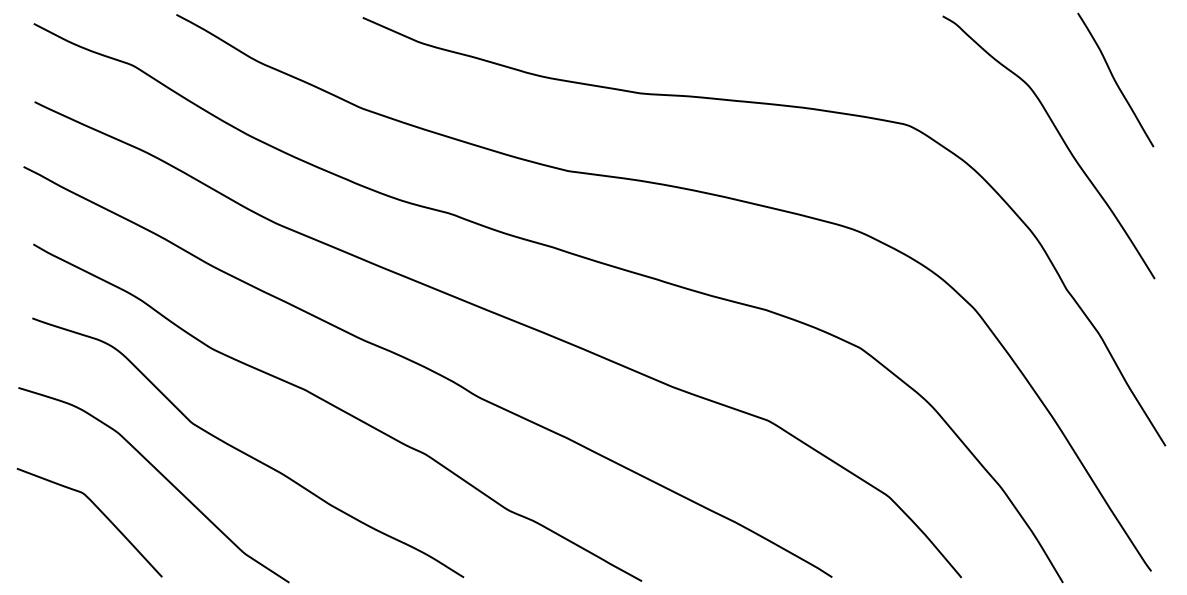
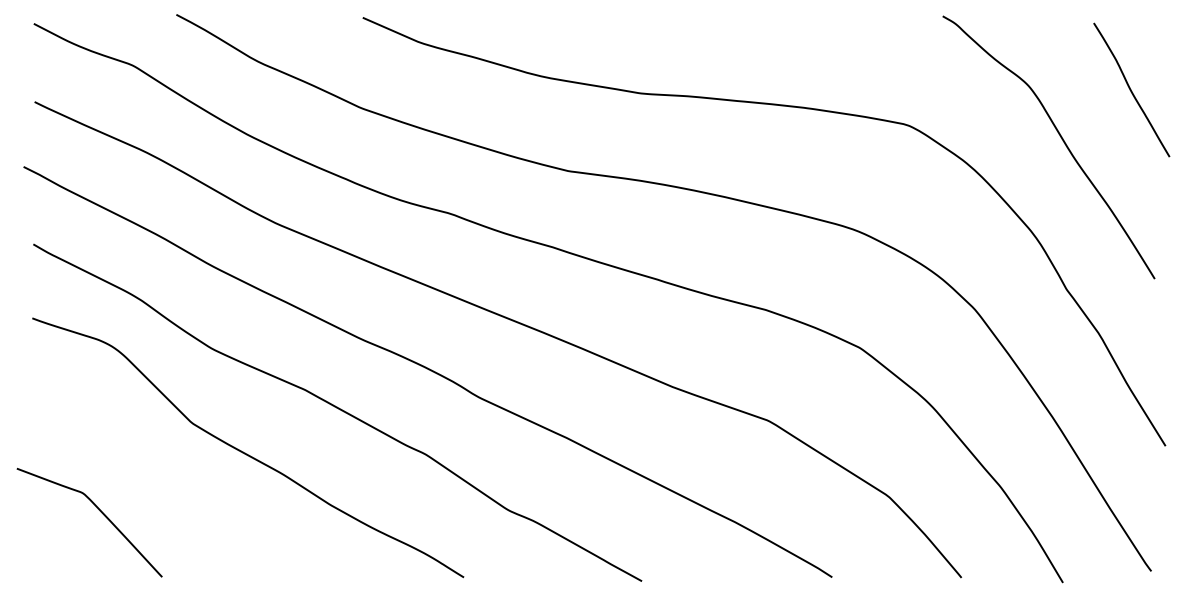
curve at (1115, 79) position: (1115, 79) -> (1131, 89)
curve at (162, 476): present -> none
